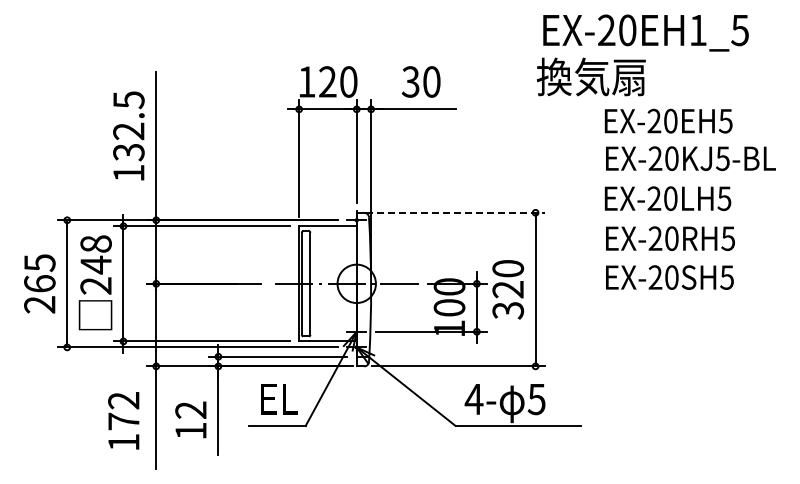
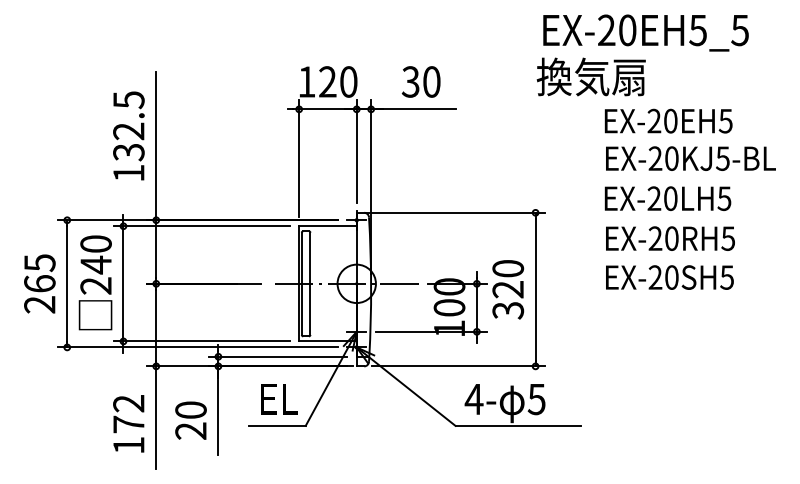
text at (697, 30): EX-20EH1_5 -> EX-20EH5_5
line at (456, 212): dashed -> solid
text at (95, 243): 248 -> 240
text at (123, 420) position: (123, 420) -> (128, 423)
text at (190, 420): 12 -> 20
